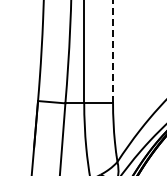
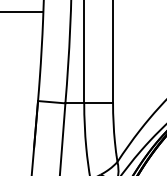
line at (22, 12): none -> present
line at (113, 51): dashed -> solid
